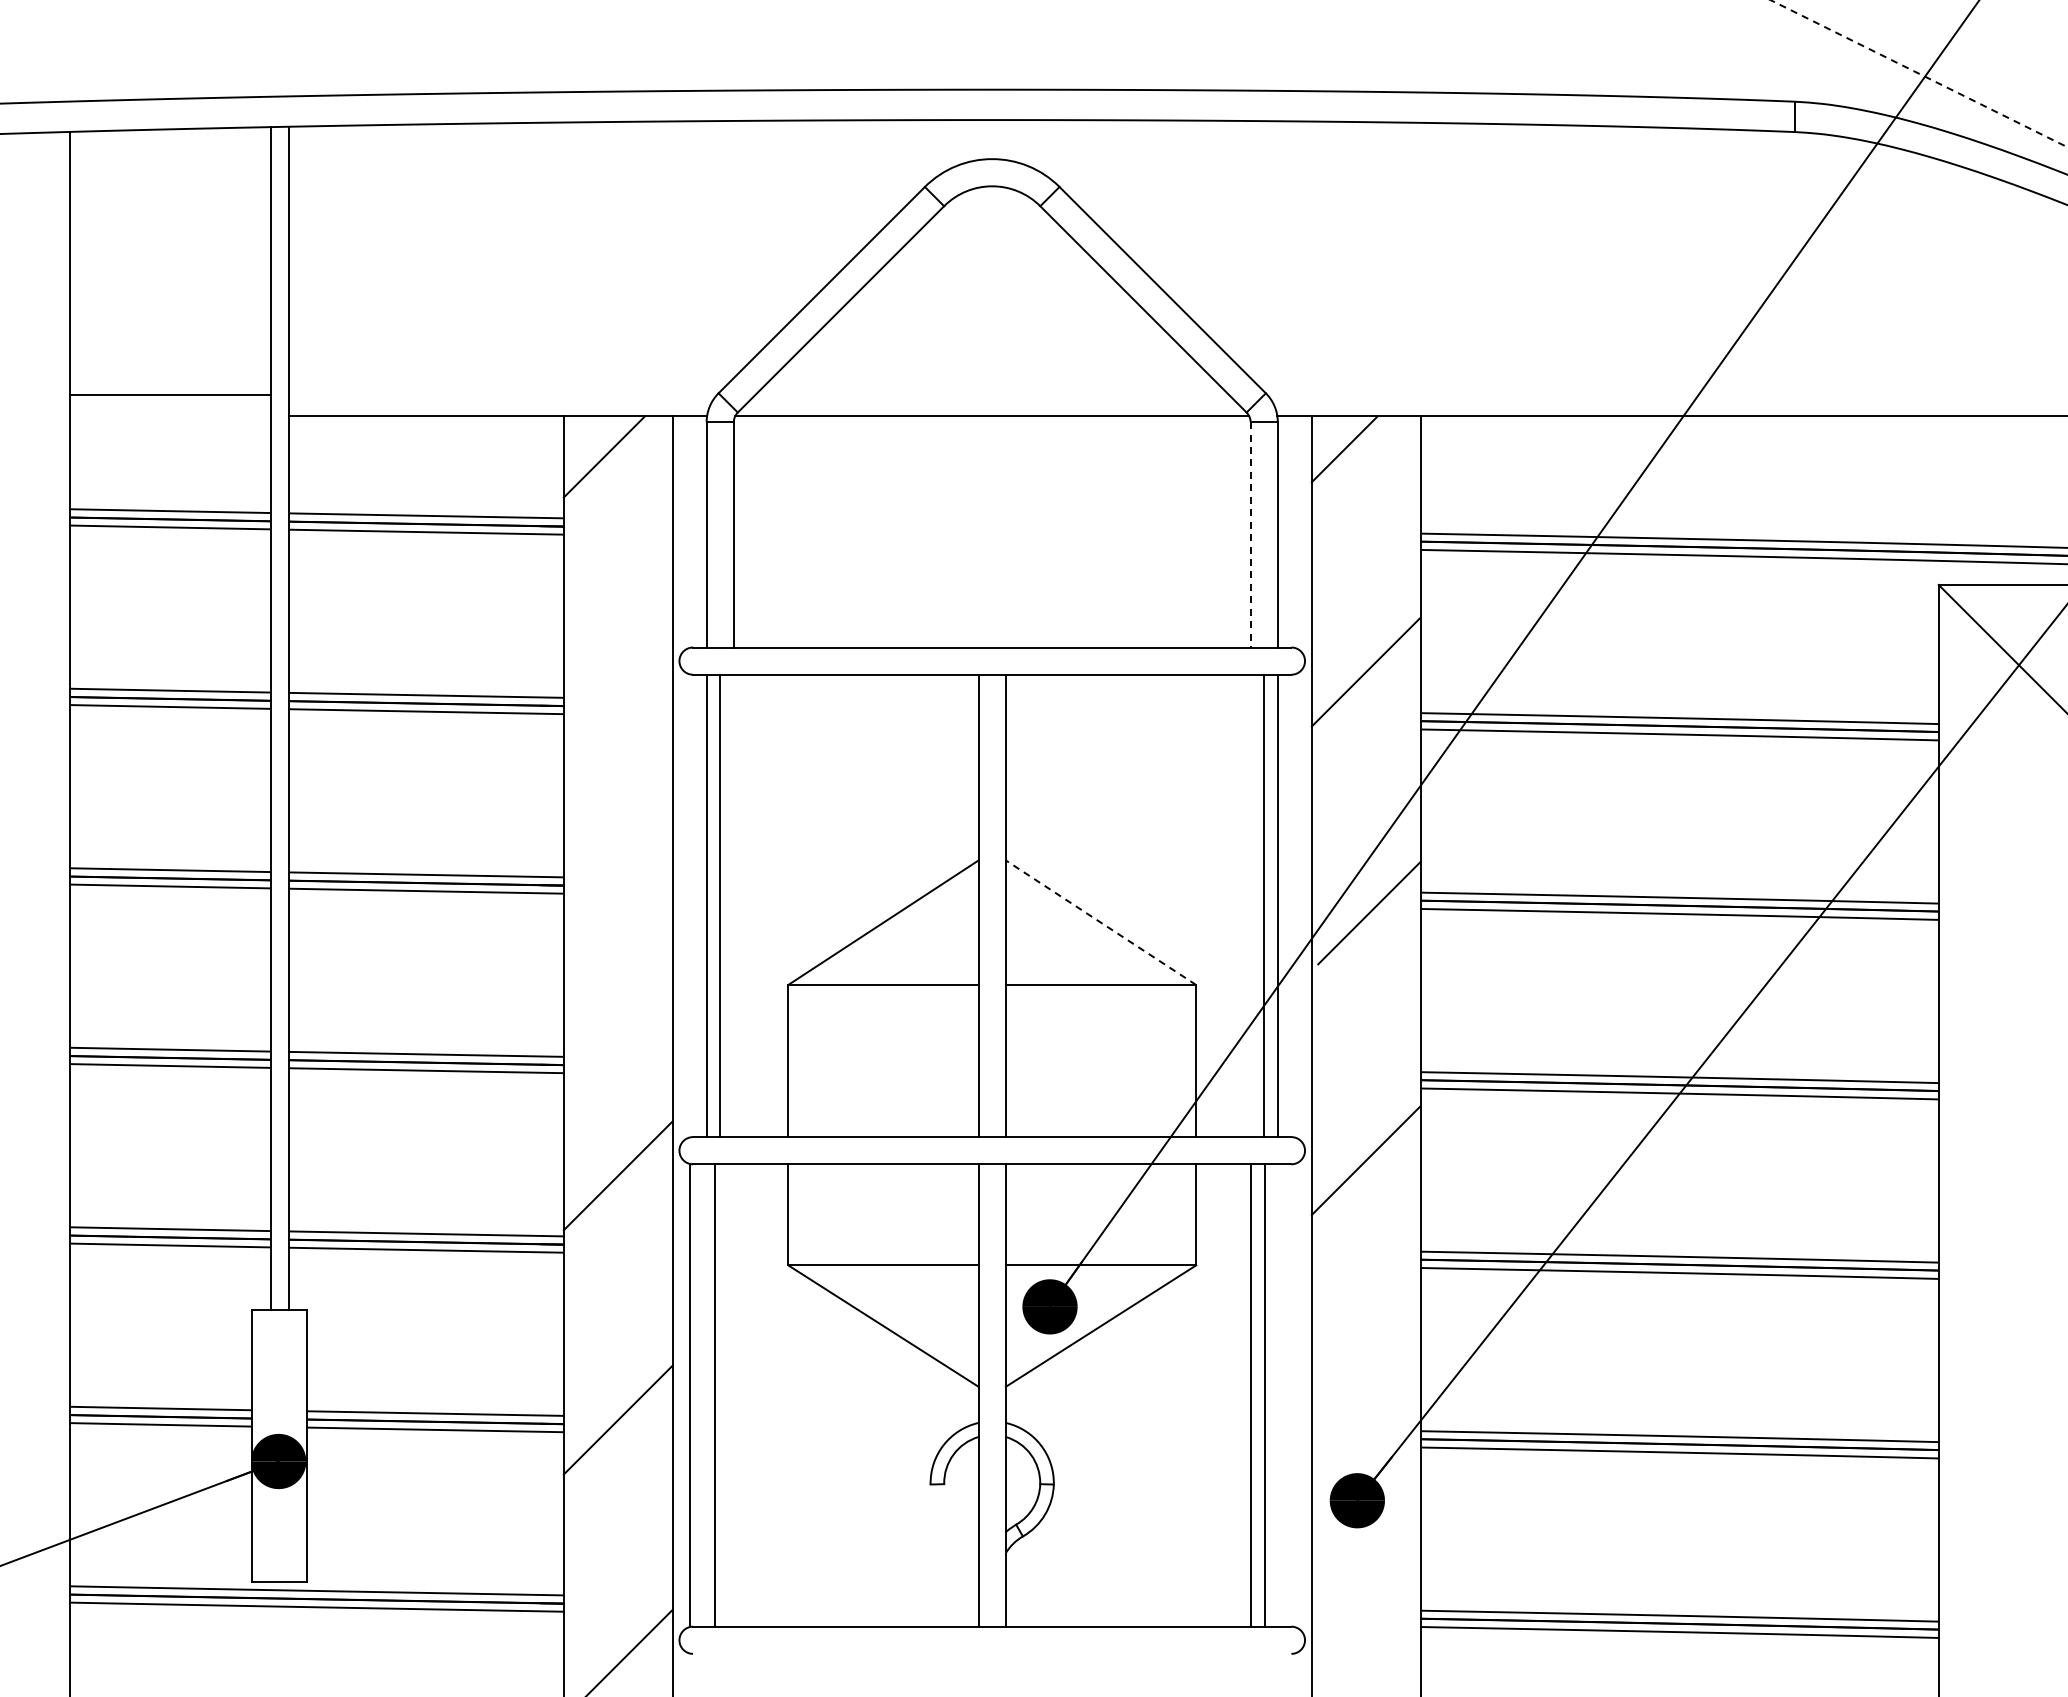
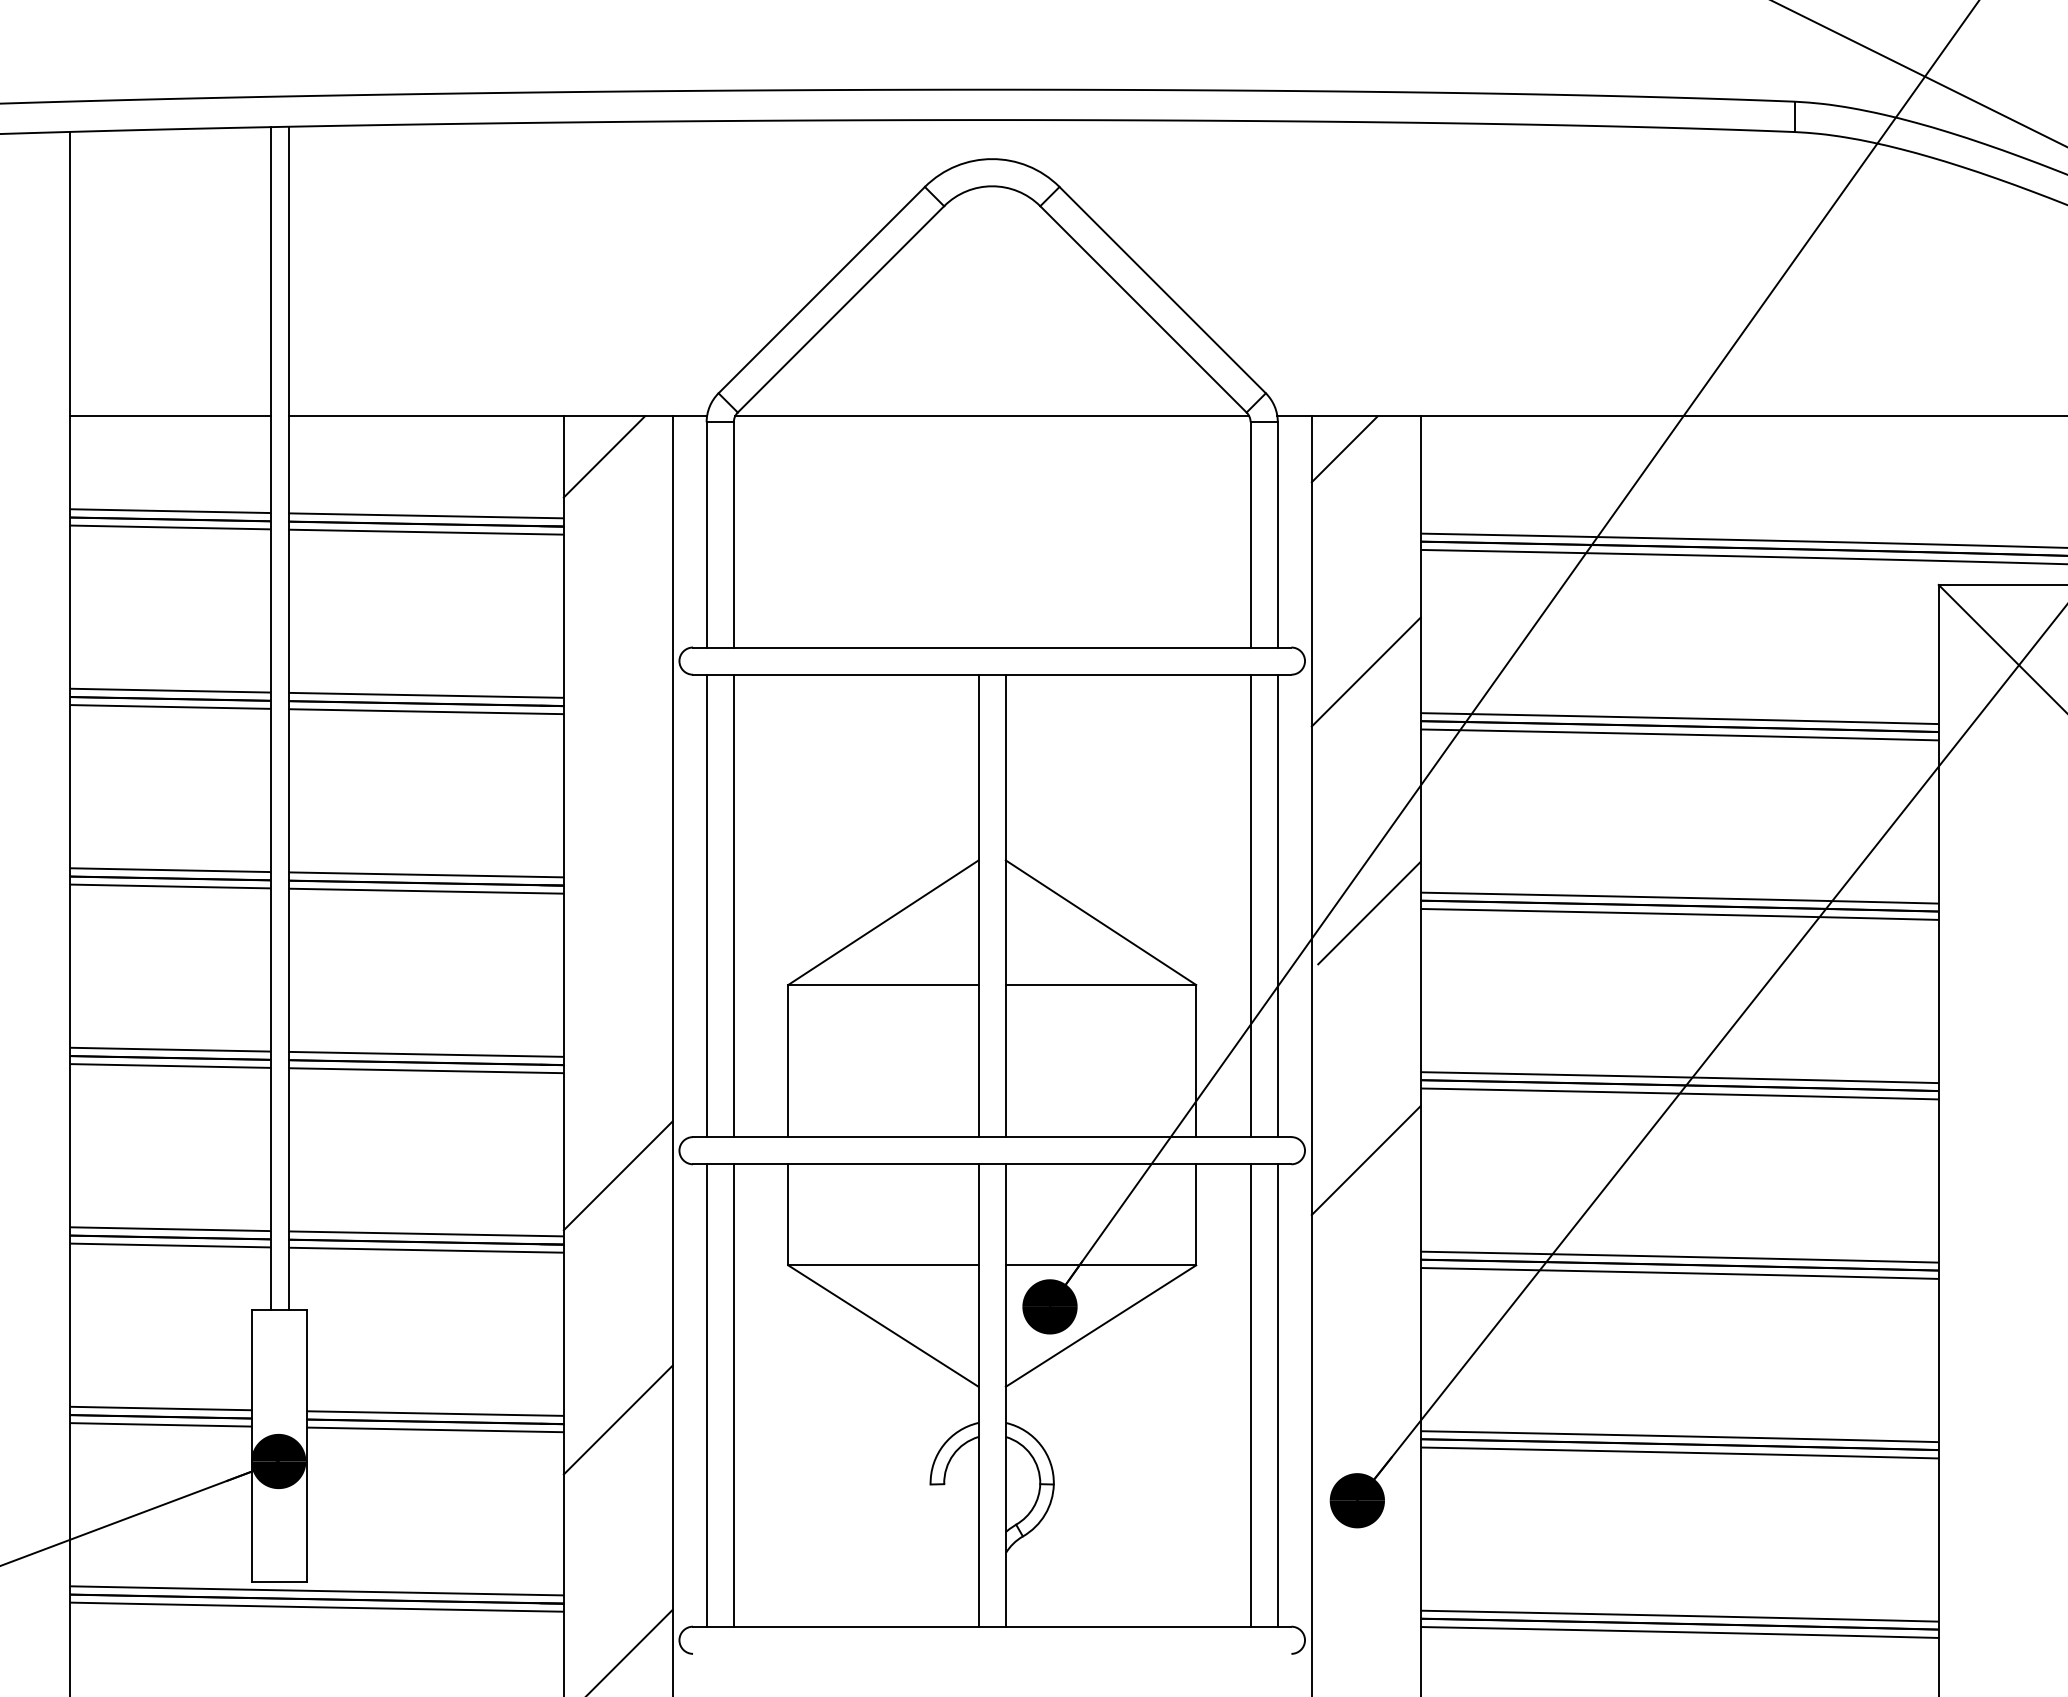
line at (1918, 73): dashed -> solid
line at (170, 395) position: (170, 395) -> (170, 416)
line at (1250, 534): dashed -> solid
line at (719, 905) position: (719, 905) -> (733, 905)
line at (1263, 905) position: (1263, 905) -> (1250, 905)
line at (1101, 922): dashed -> solid
line at (689, 1395) position: (689, 1395) -> (706, 1395)
line at (714, 1395) position: (714, 1395) -> (733, 1395)
line at (1264, 1395) position: (1264, 1395) -> (1277, 1395)
